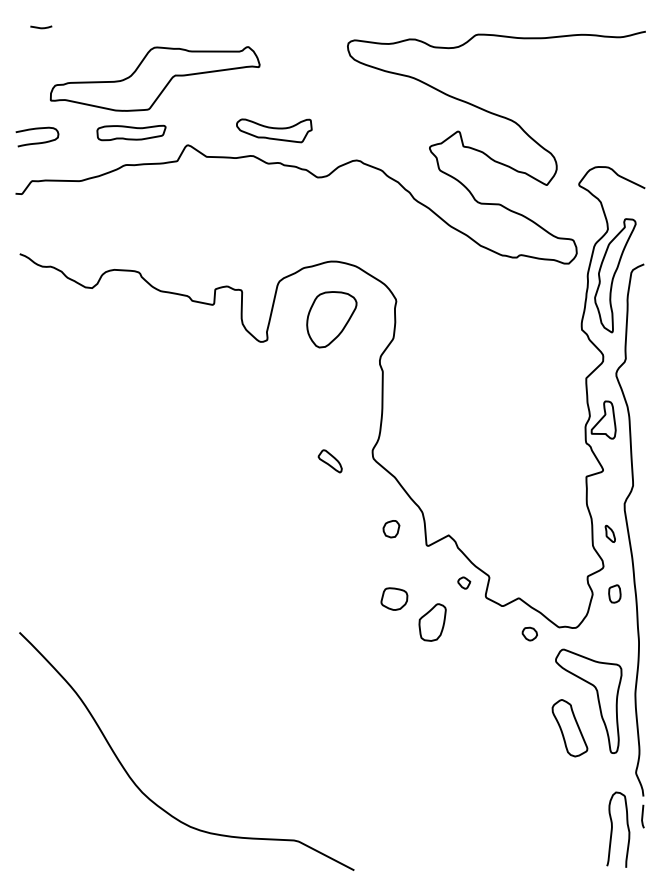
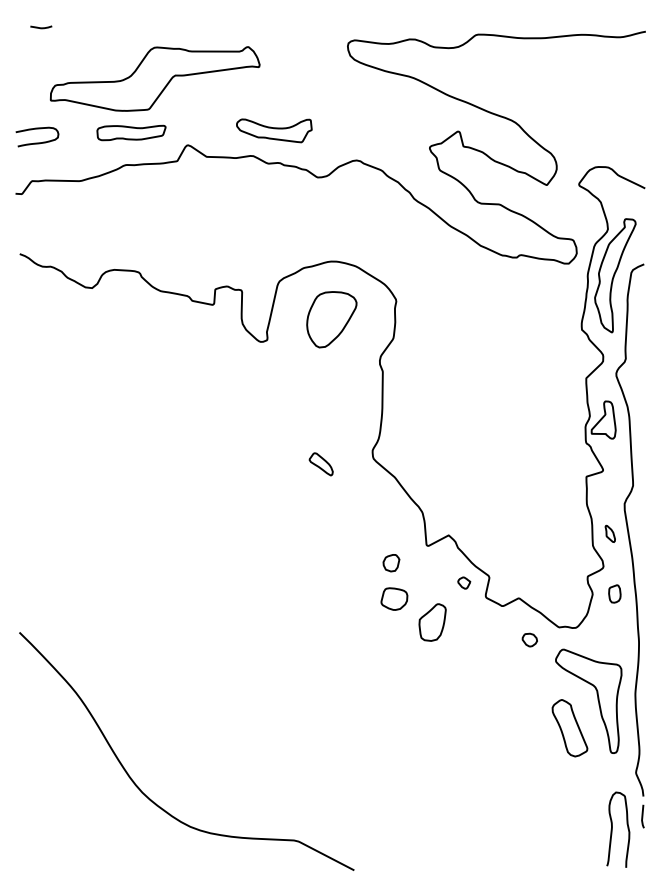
part at (329, 461) position: (329, 461) -> (320, 464)
part at (391, 529) position: (391, 529) -> (391, 563)
part at (529, 633) position: (529, 633) -> (529, 639)
